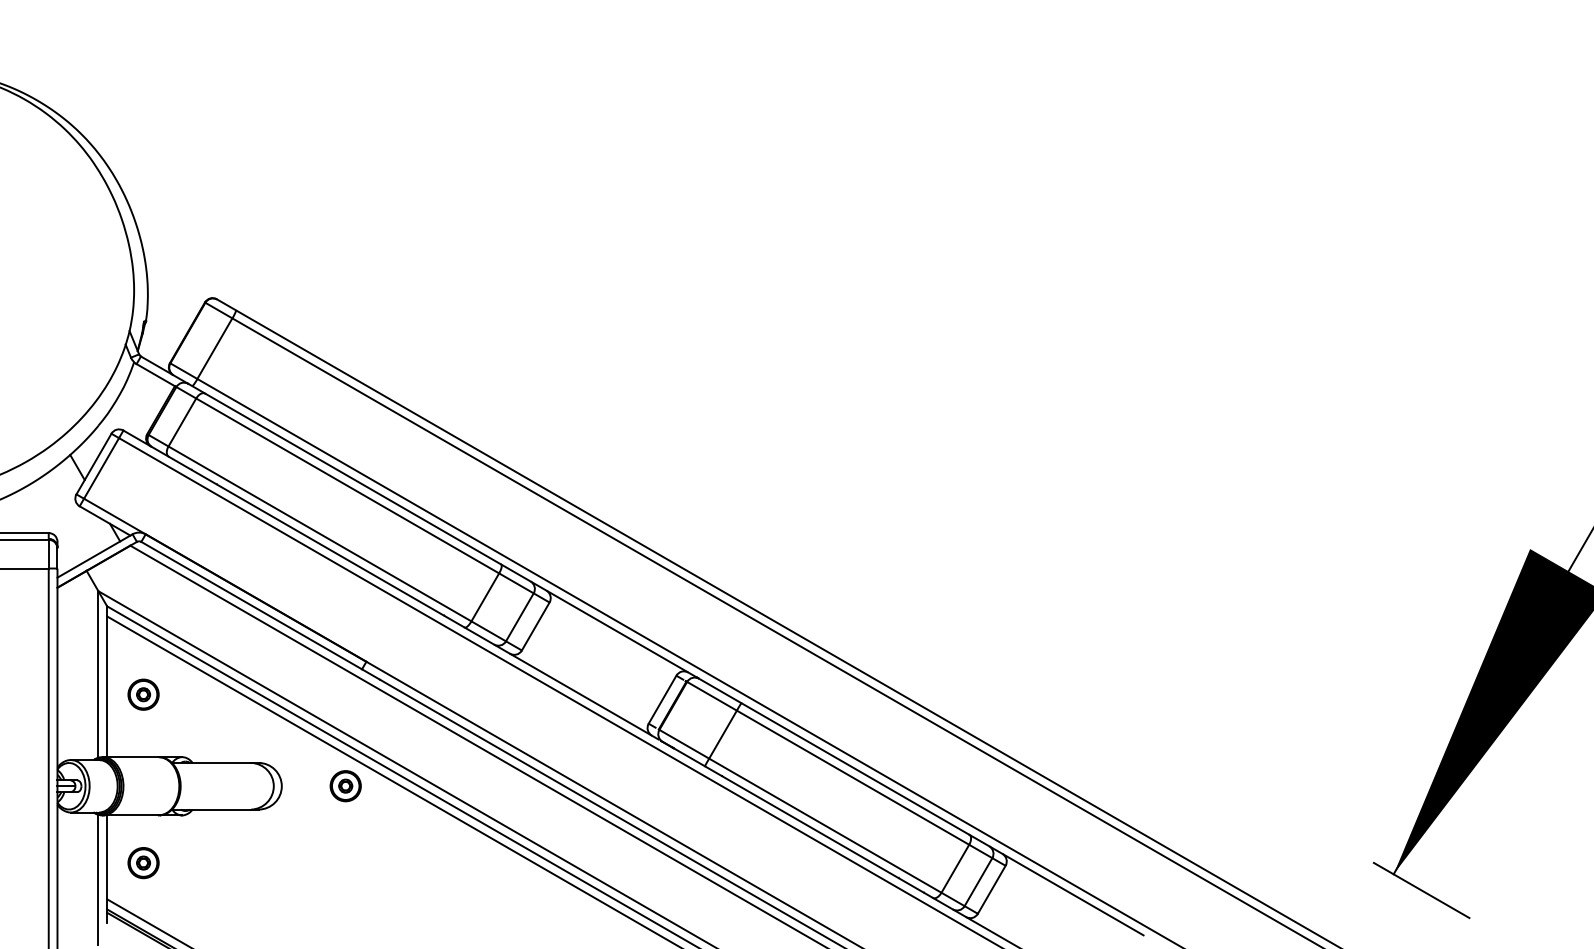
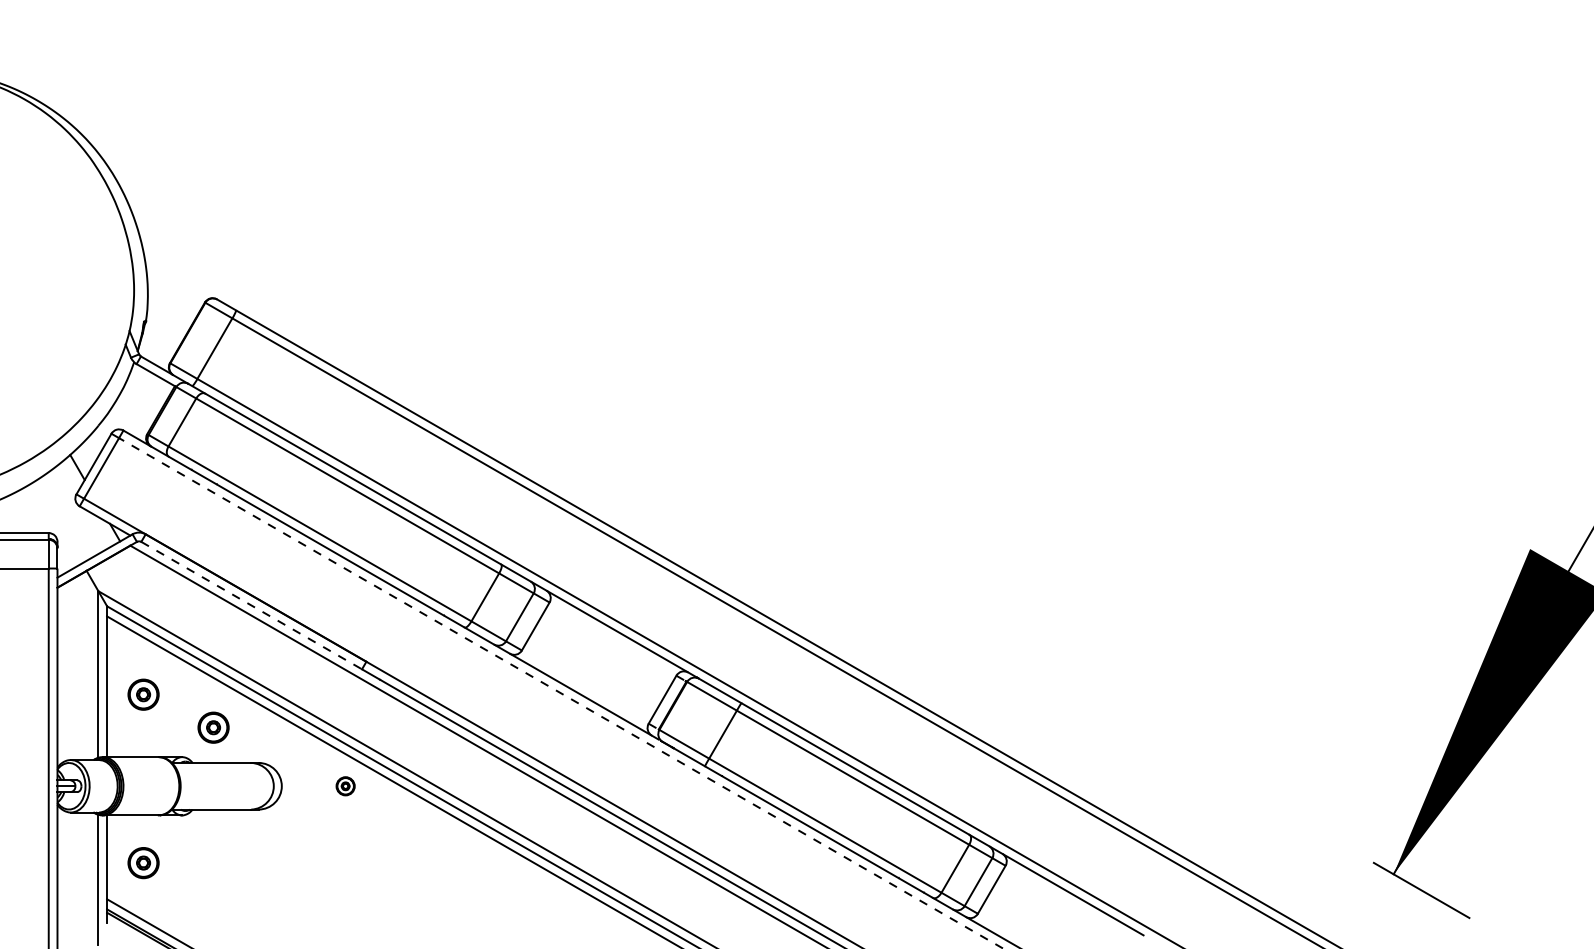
line at (252, 605): solid -> dashed
line at (560, 693): solid -> dashed
part at (213, 727): none -> present
part at (345, 786) size: 33x33 px -> 21x21 px
